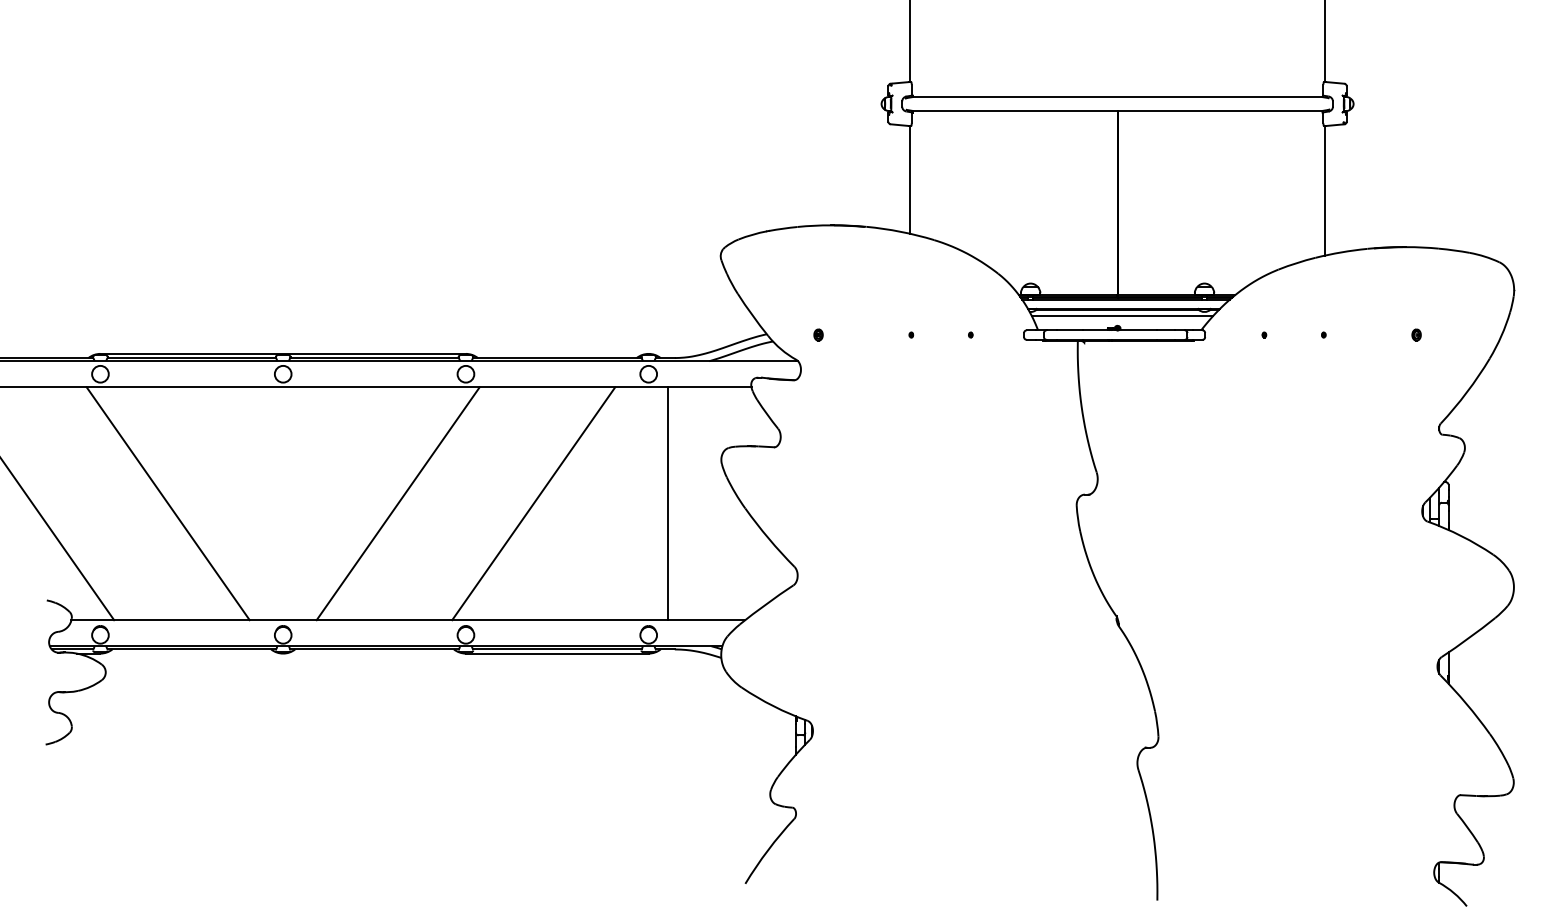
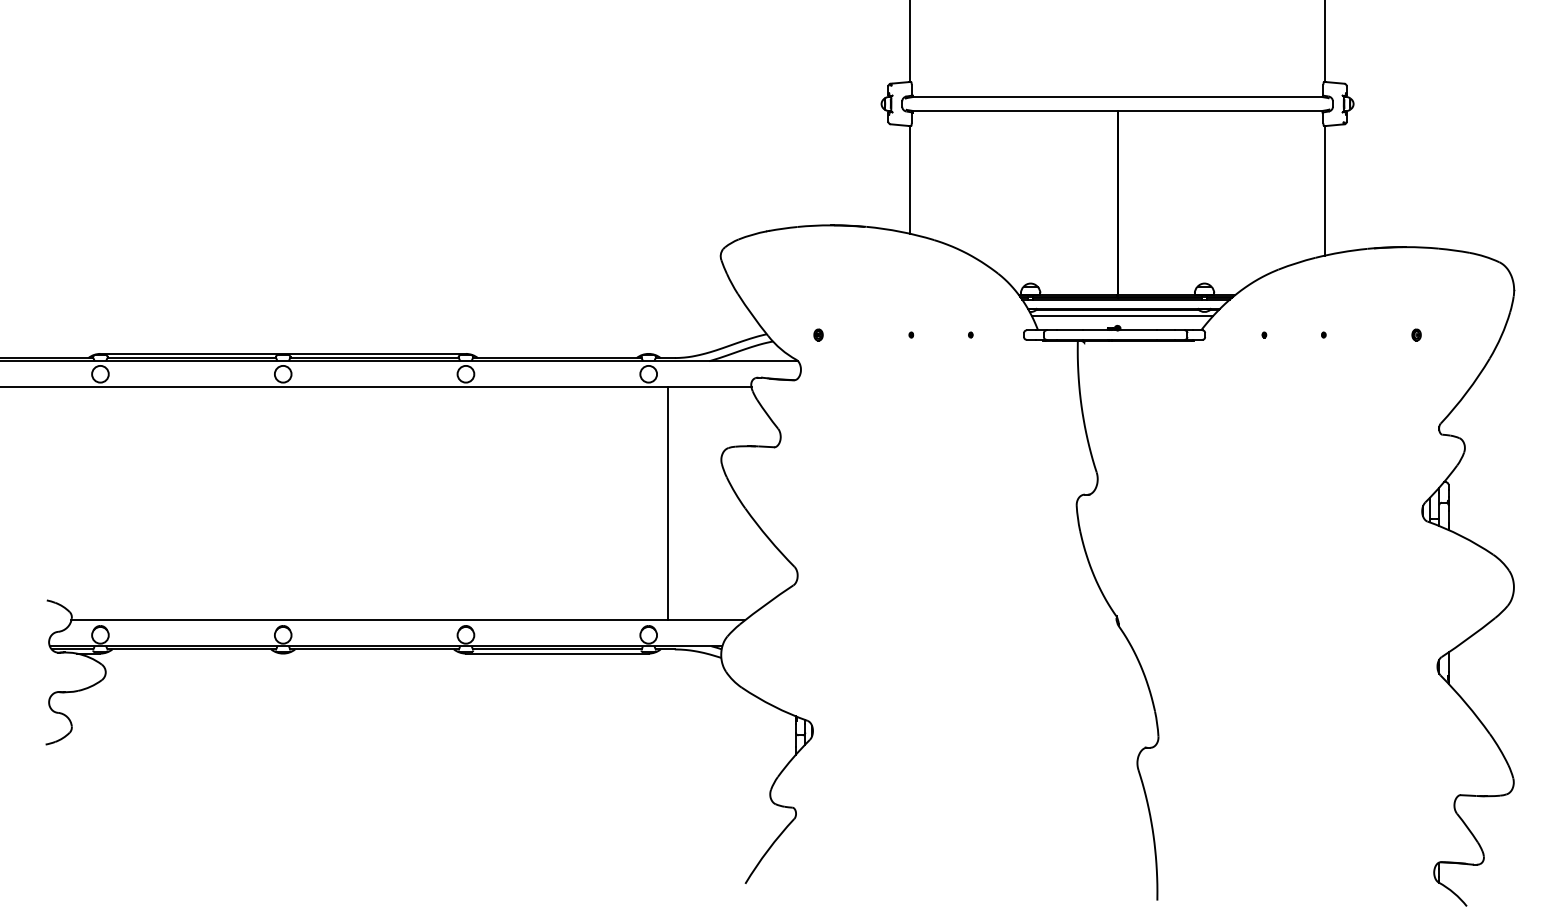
line at (167, 503): present -> none
line at (397, 503): present -> none
line at (533, 503): present -> none
line at (58, 540): present -> none
